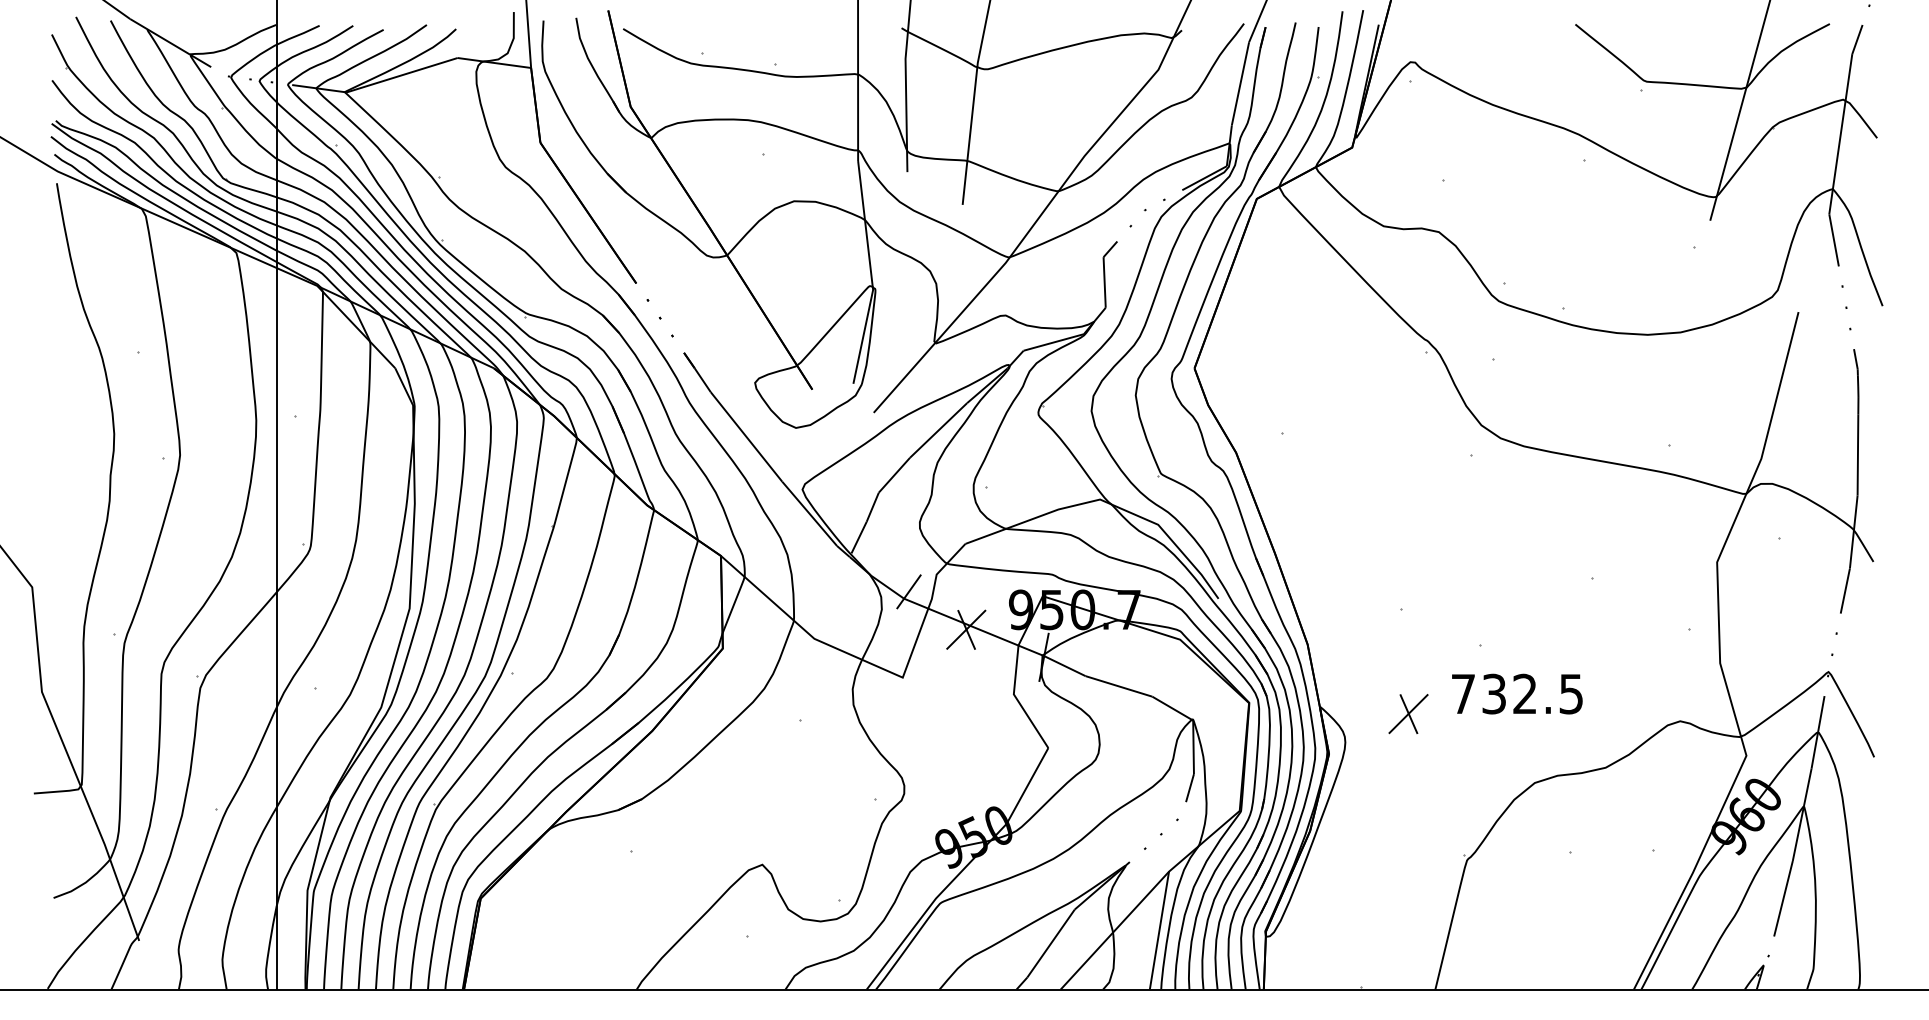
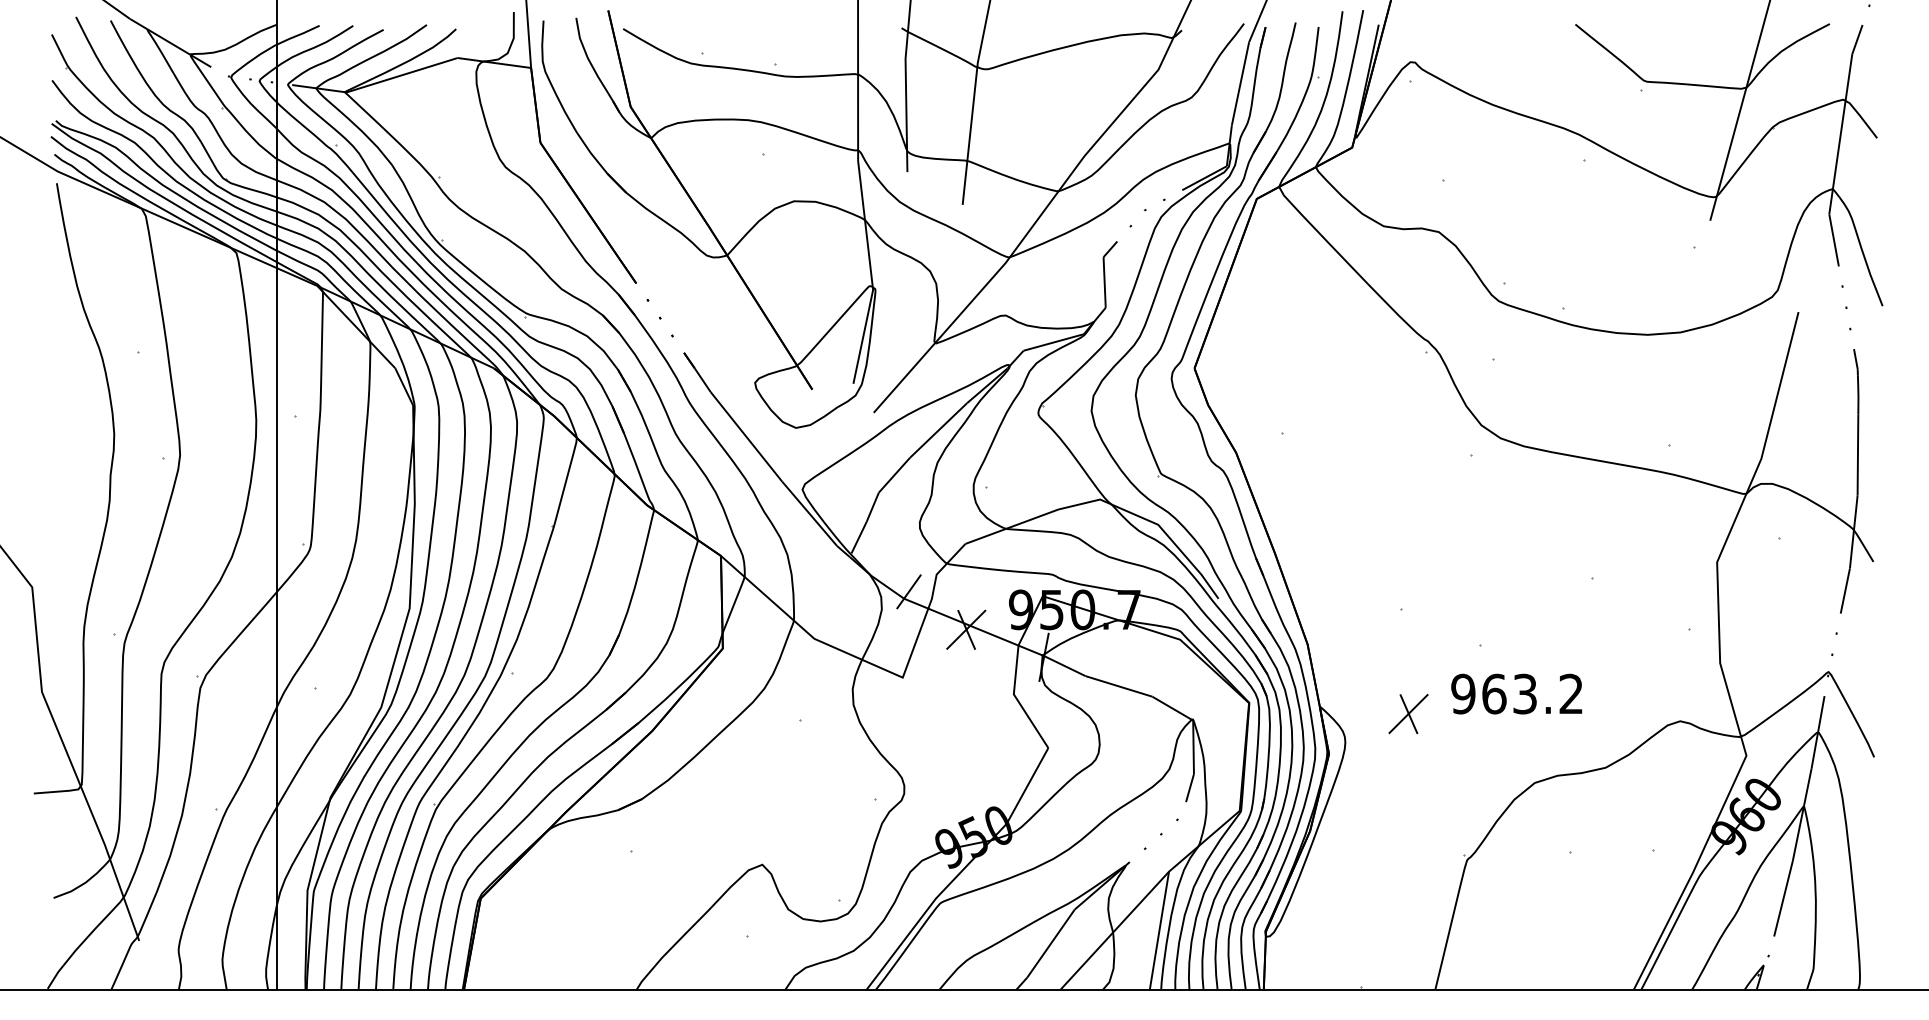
text at (1516, 693): 732.5 -> 963.2
